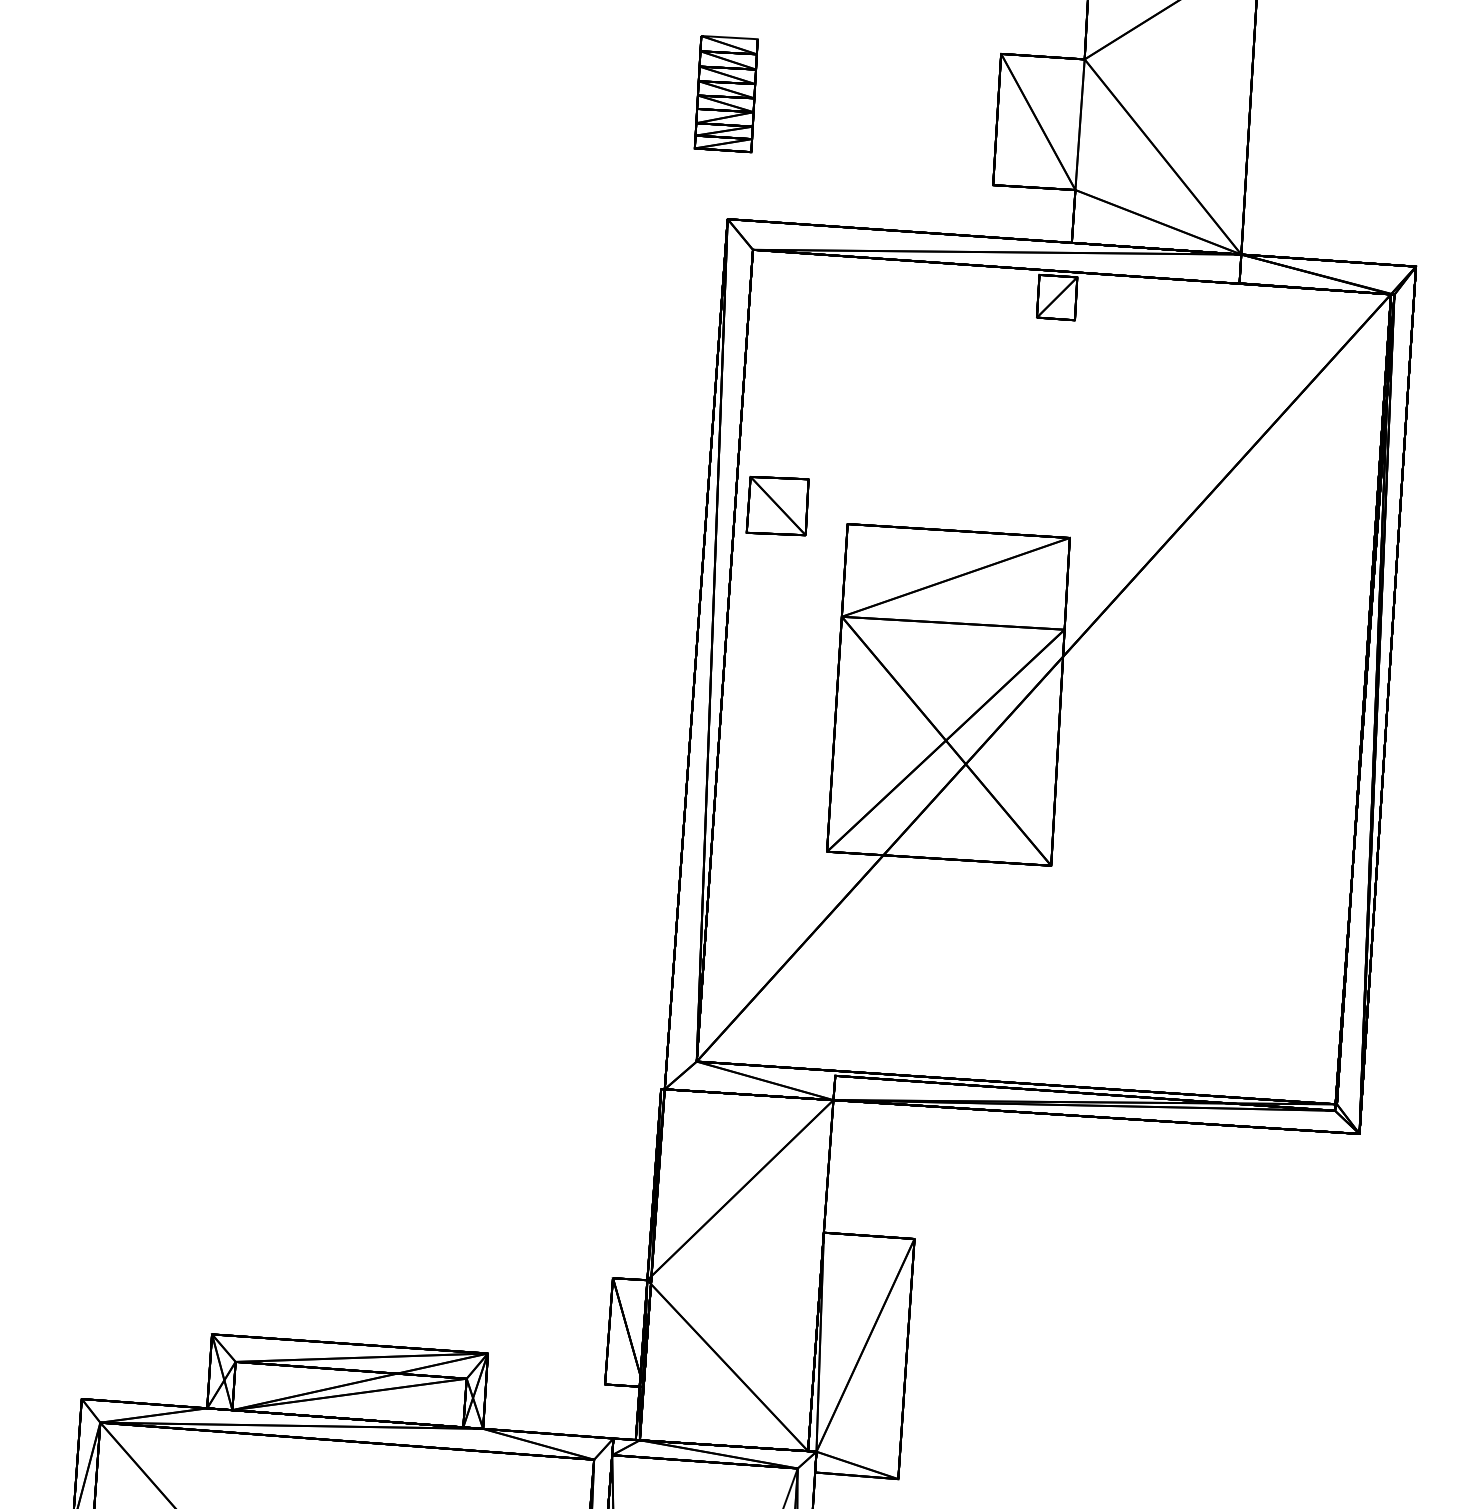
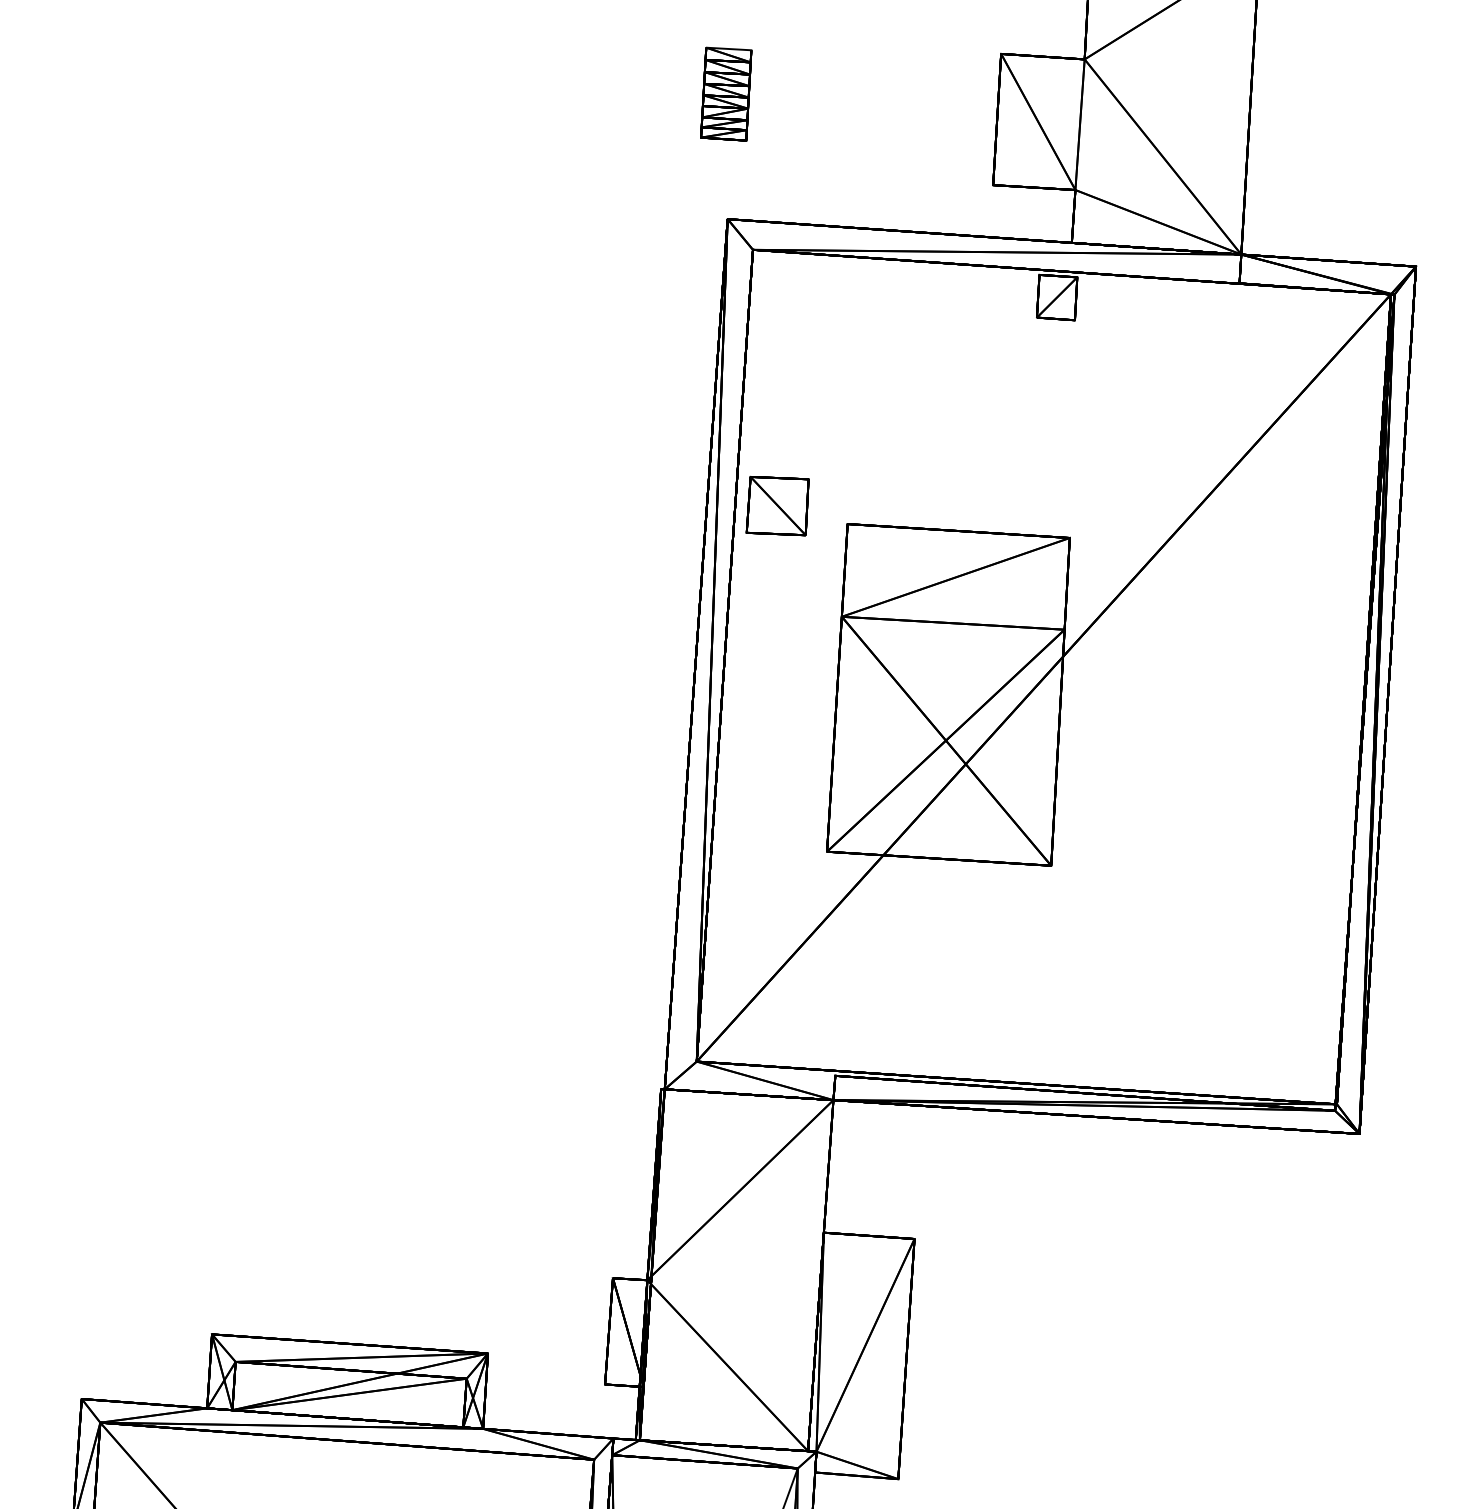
part at (725, 94) size: 66x119 px -> 53x96 px
